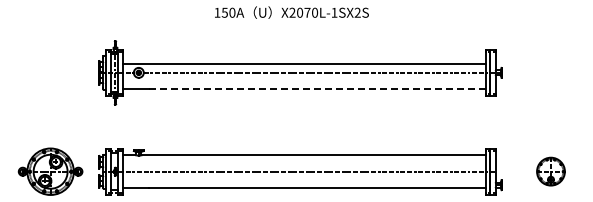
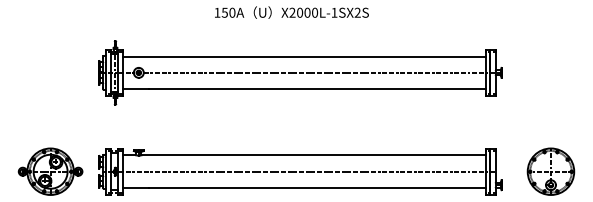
text at (307, 12): X2070L-1SX2S -> X2000L-1SX2S
line at (304, 63) position: (304, 63) -> (304, 56)
line at (318, 89): dashed -> solid
part at (550, 171) size: 30x31 px -> 50x49 px
